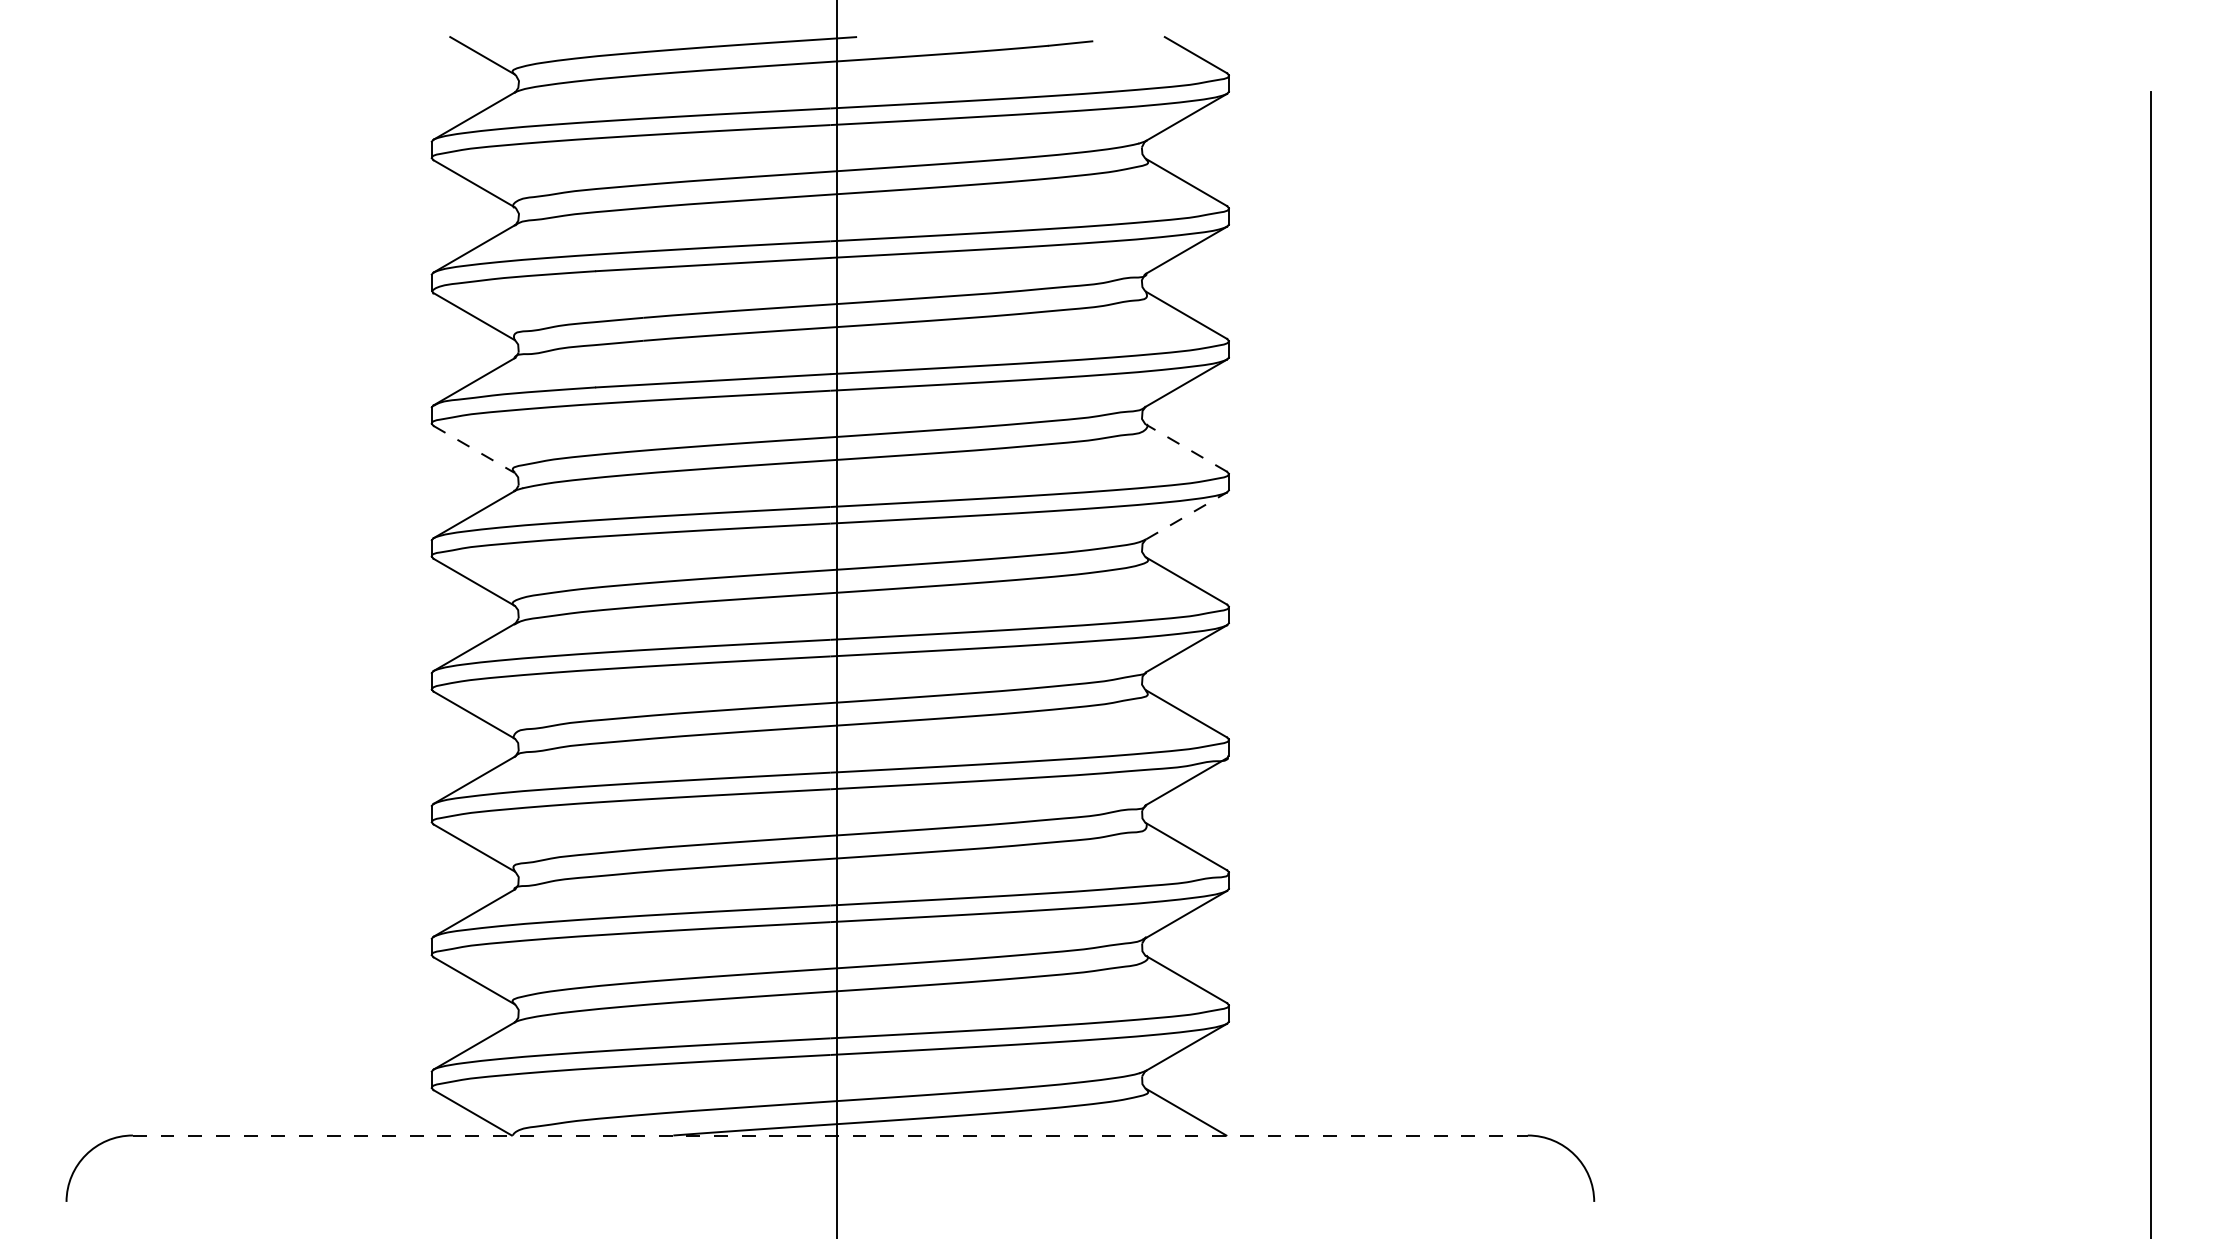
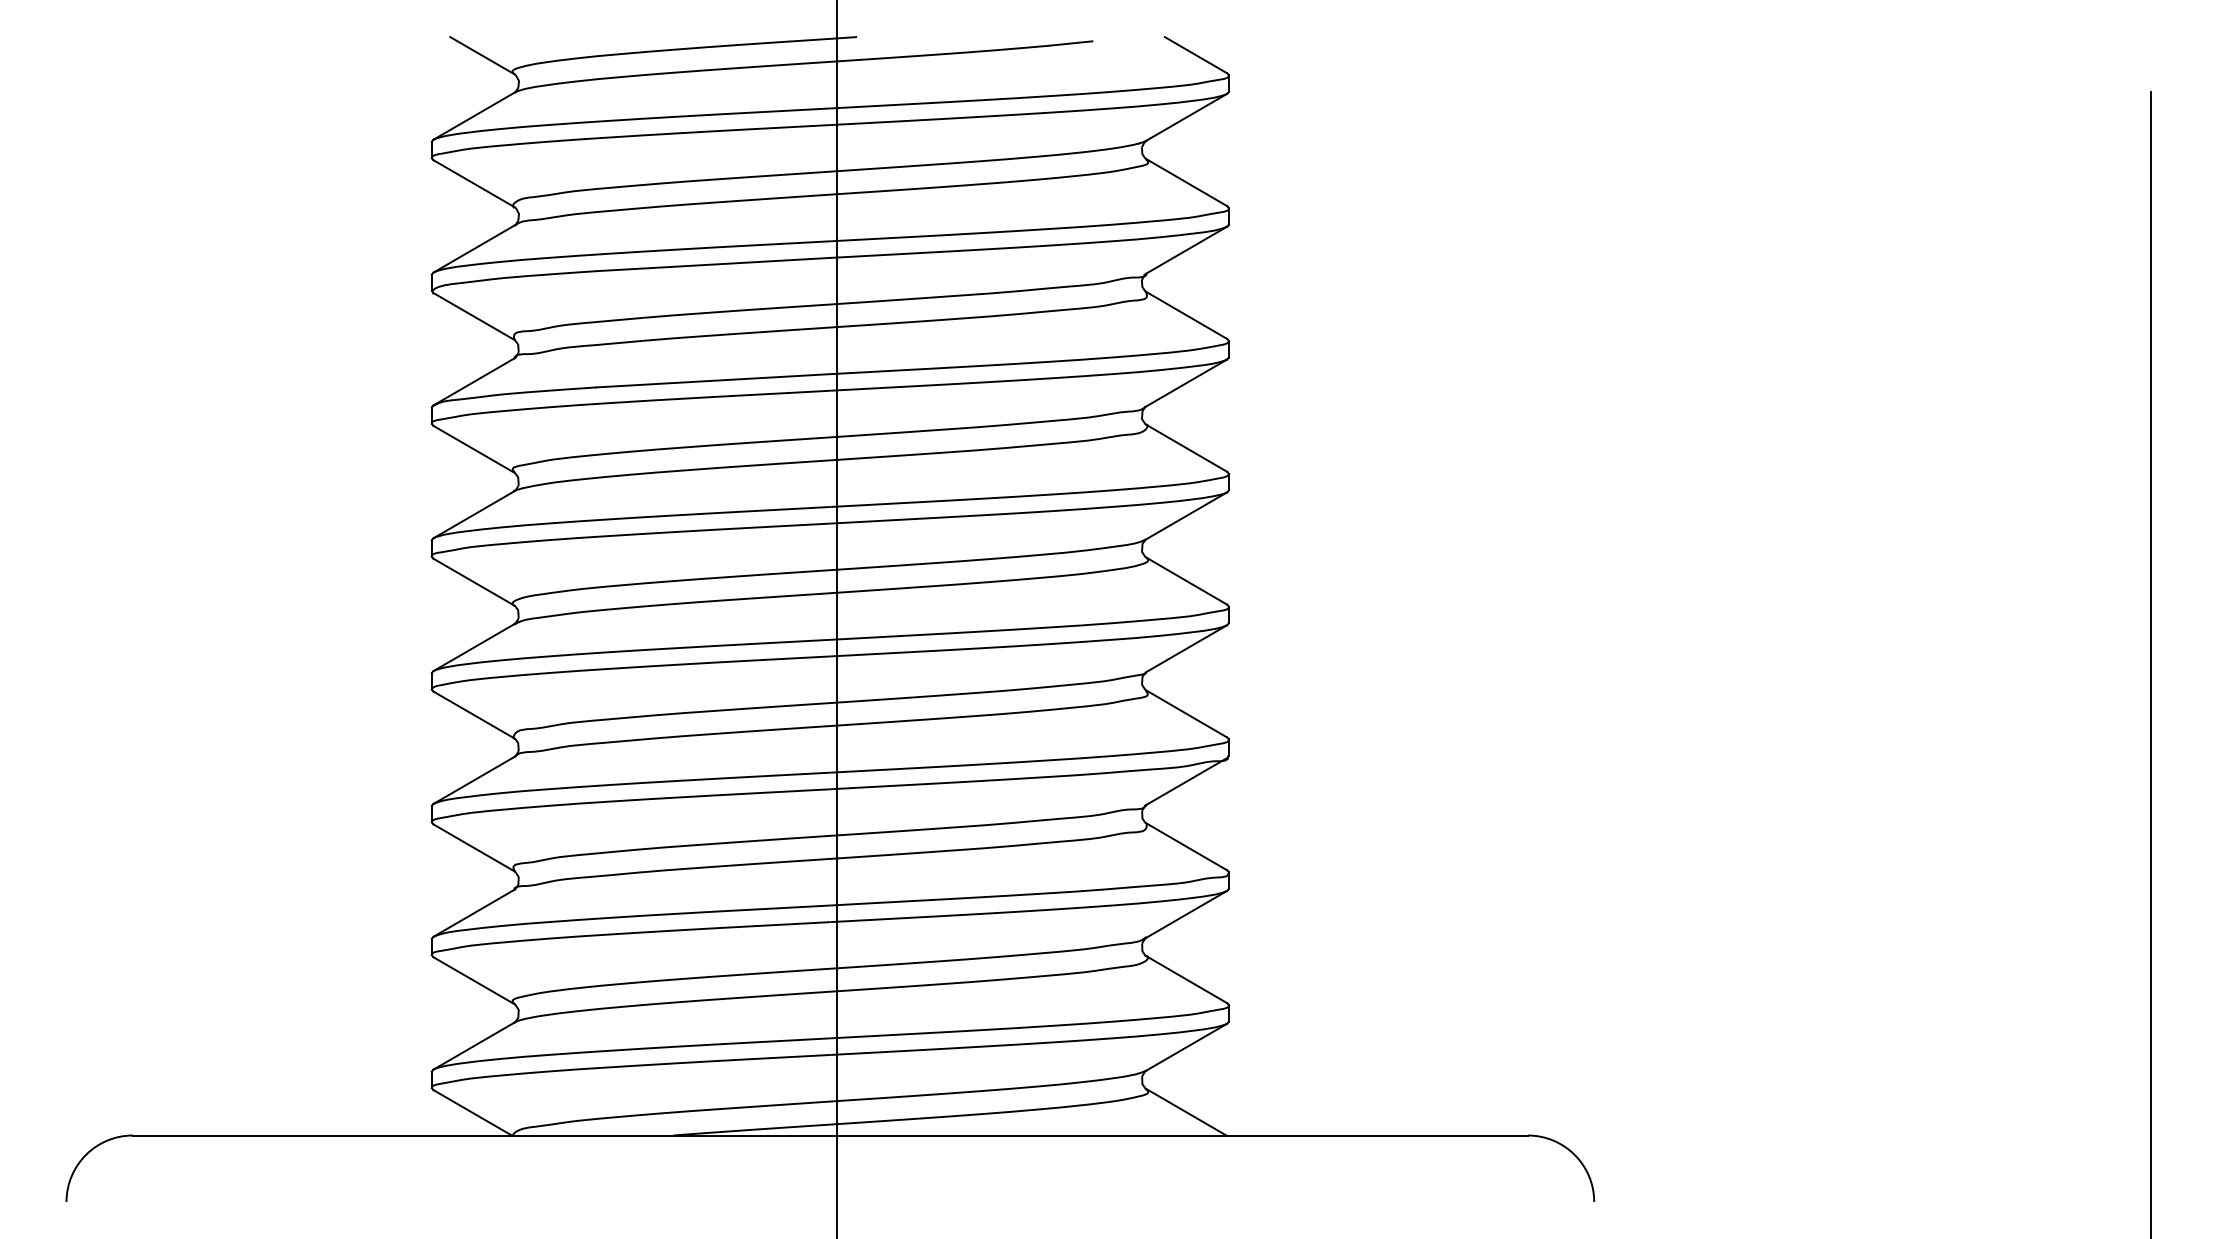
line at (1186, 448): dashed -> solid
line at (474, 449): dashed -> solid
line at (1186, 515): dashed -> solid
line at (830, 1135): dashed -> solid
